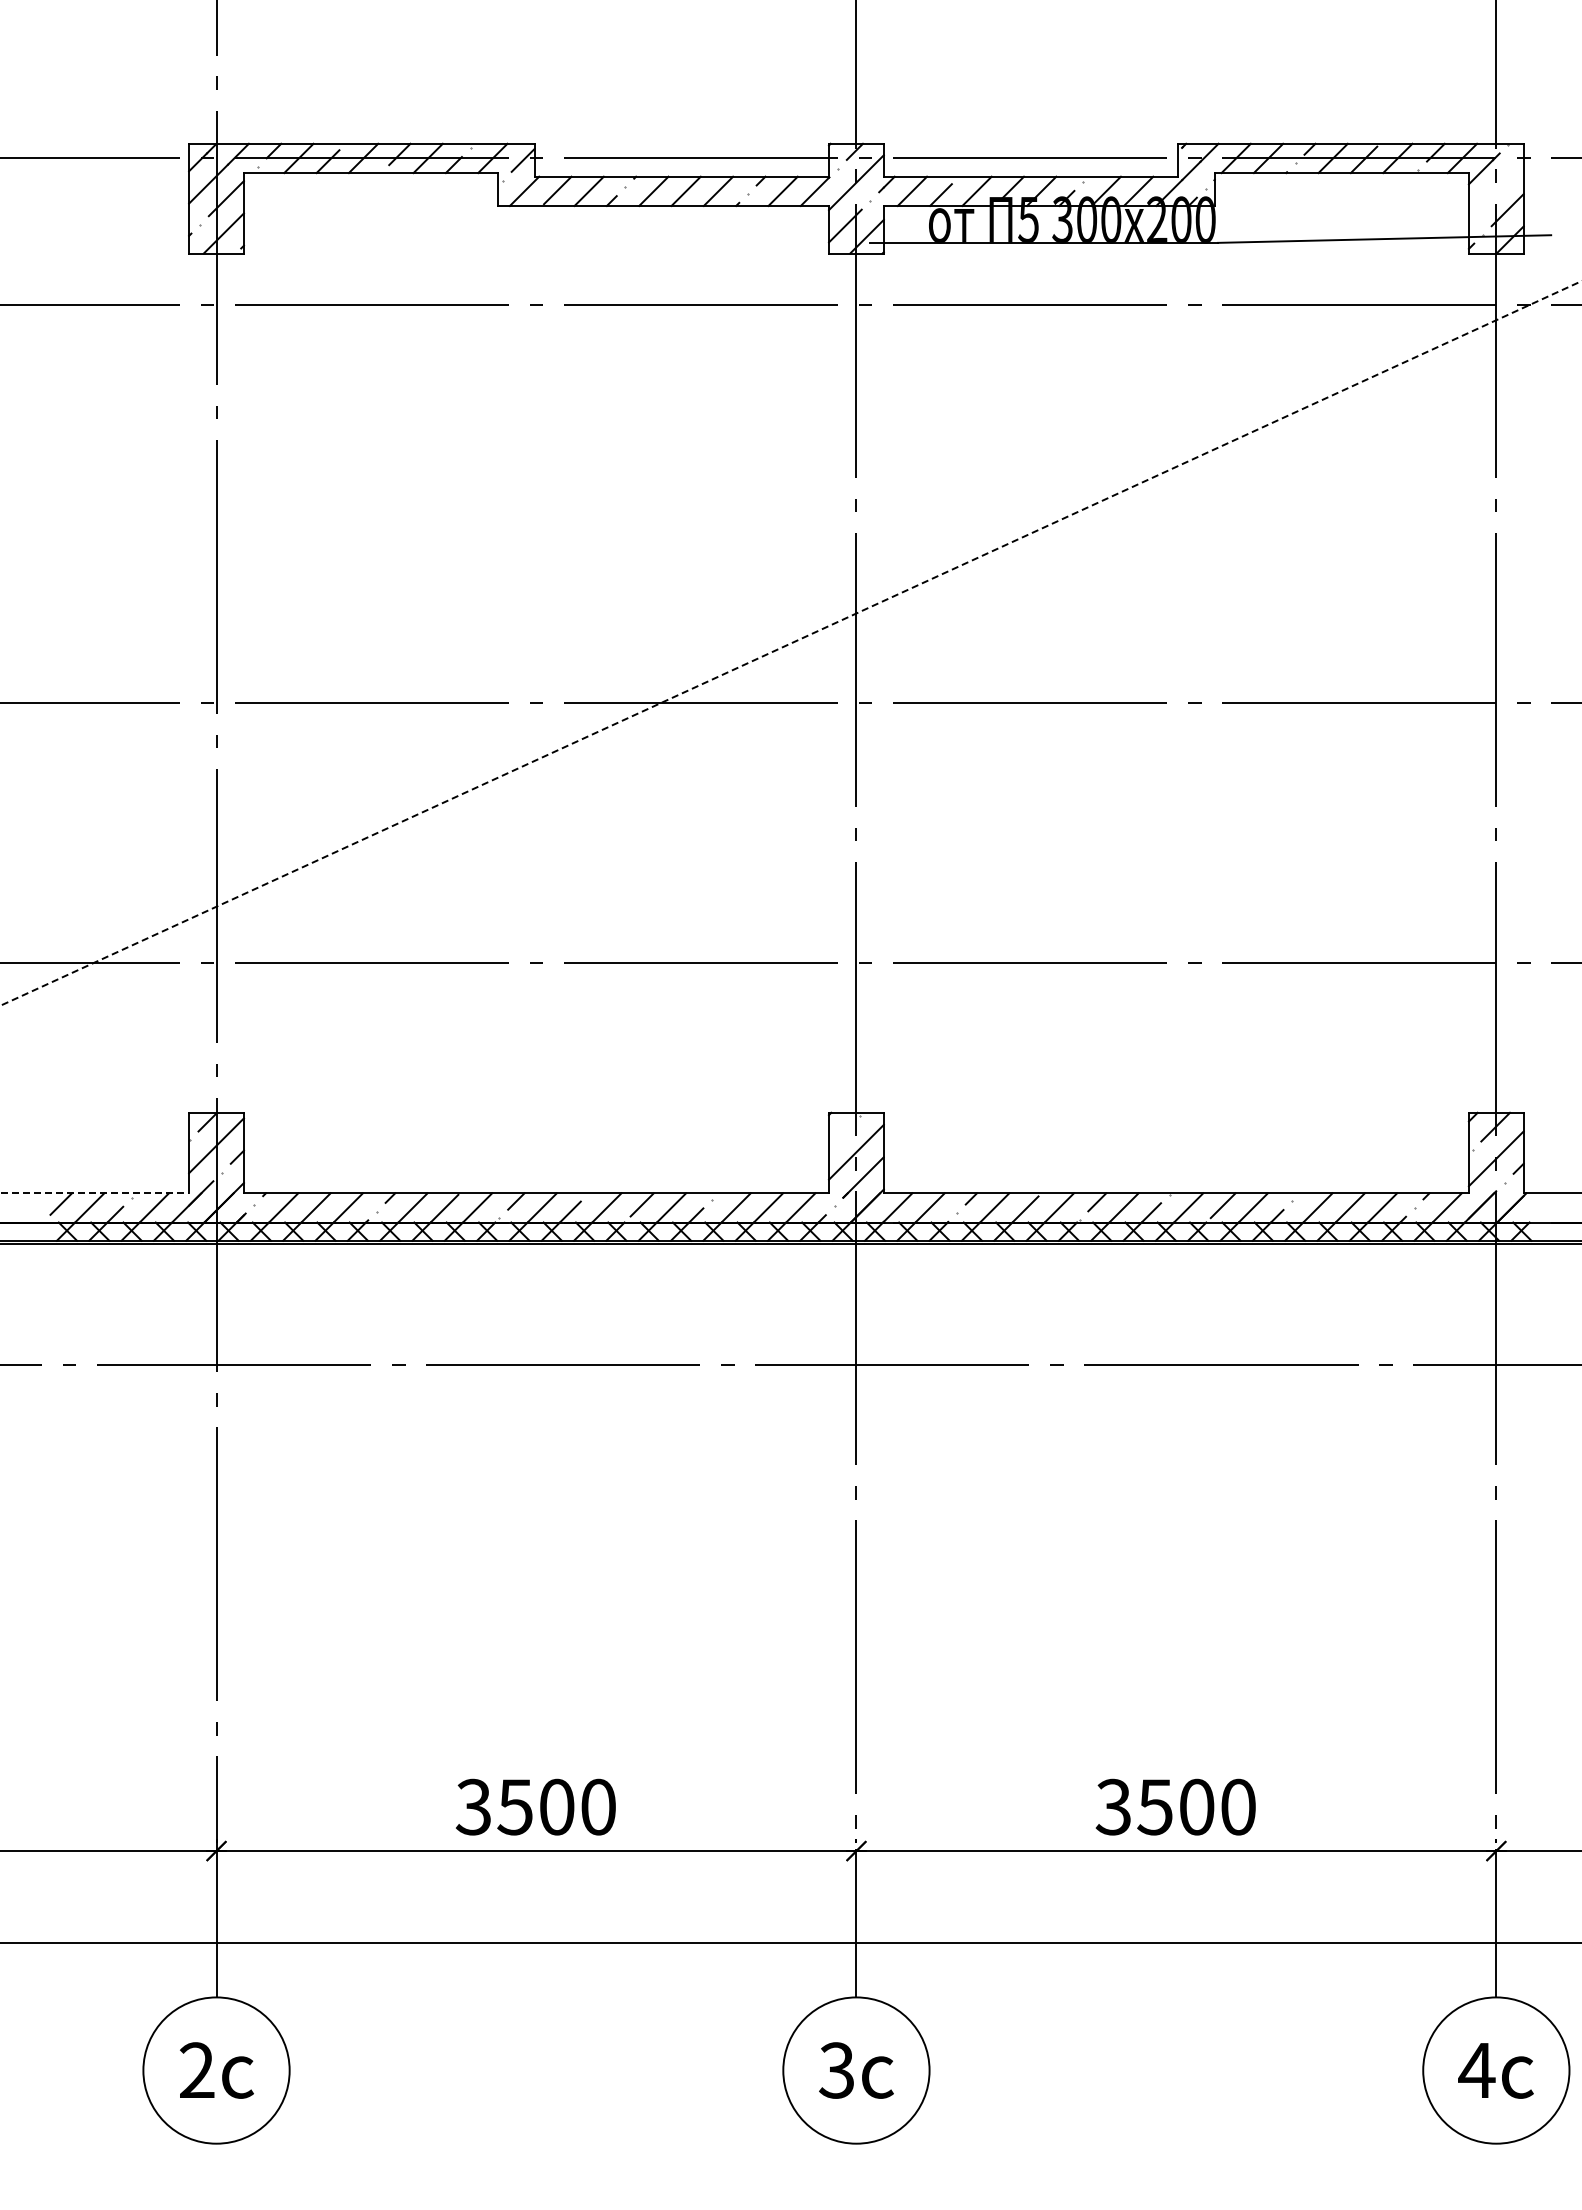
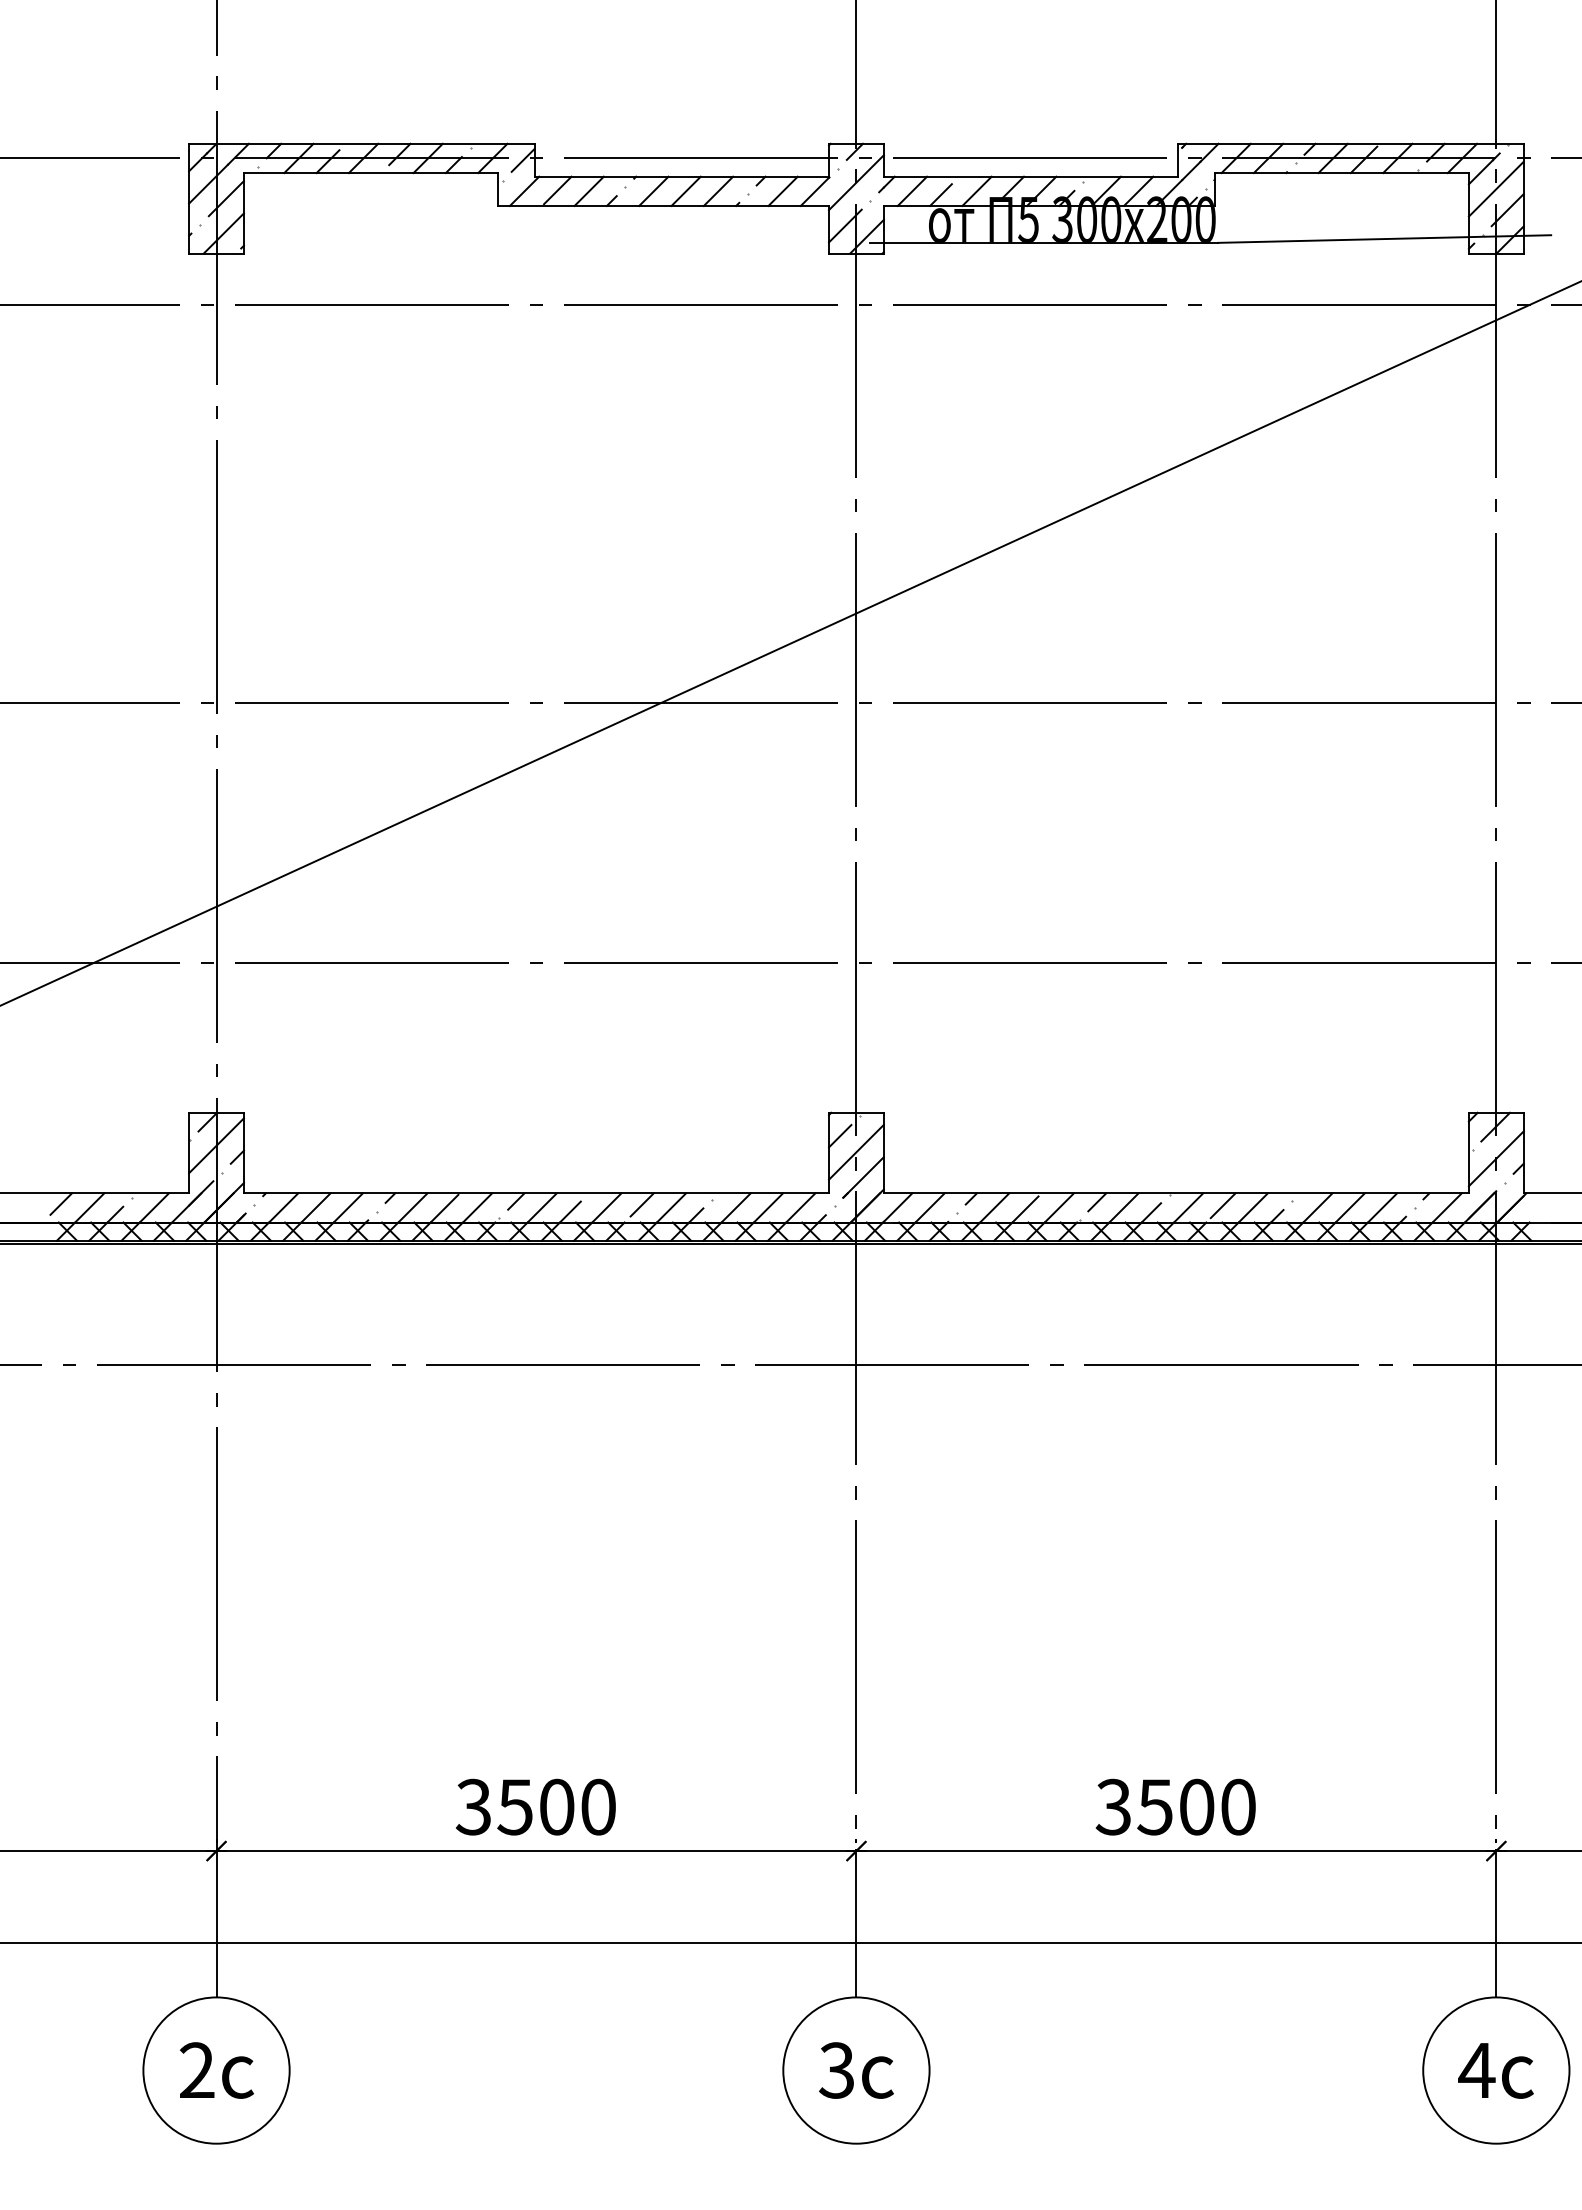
line at (1495, 188): none -> present
line at (791, 643): dashed -> solid
line at (840, 1136): none -> present
line at (95, 1193): dashed -> solid
